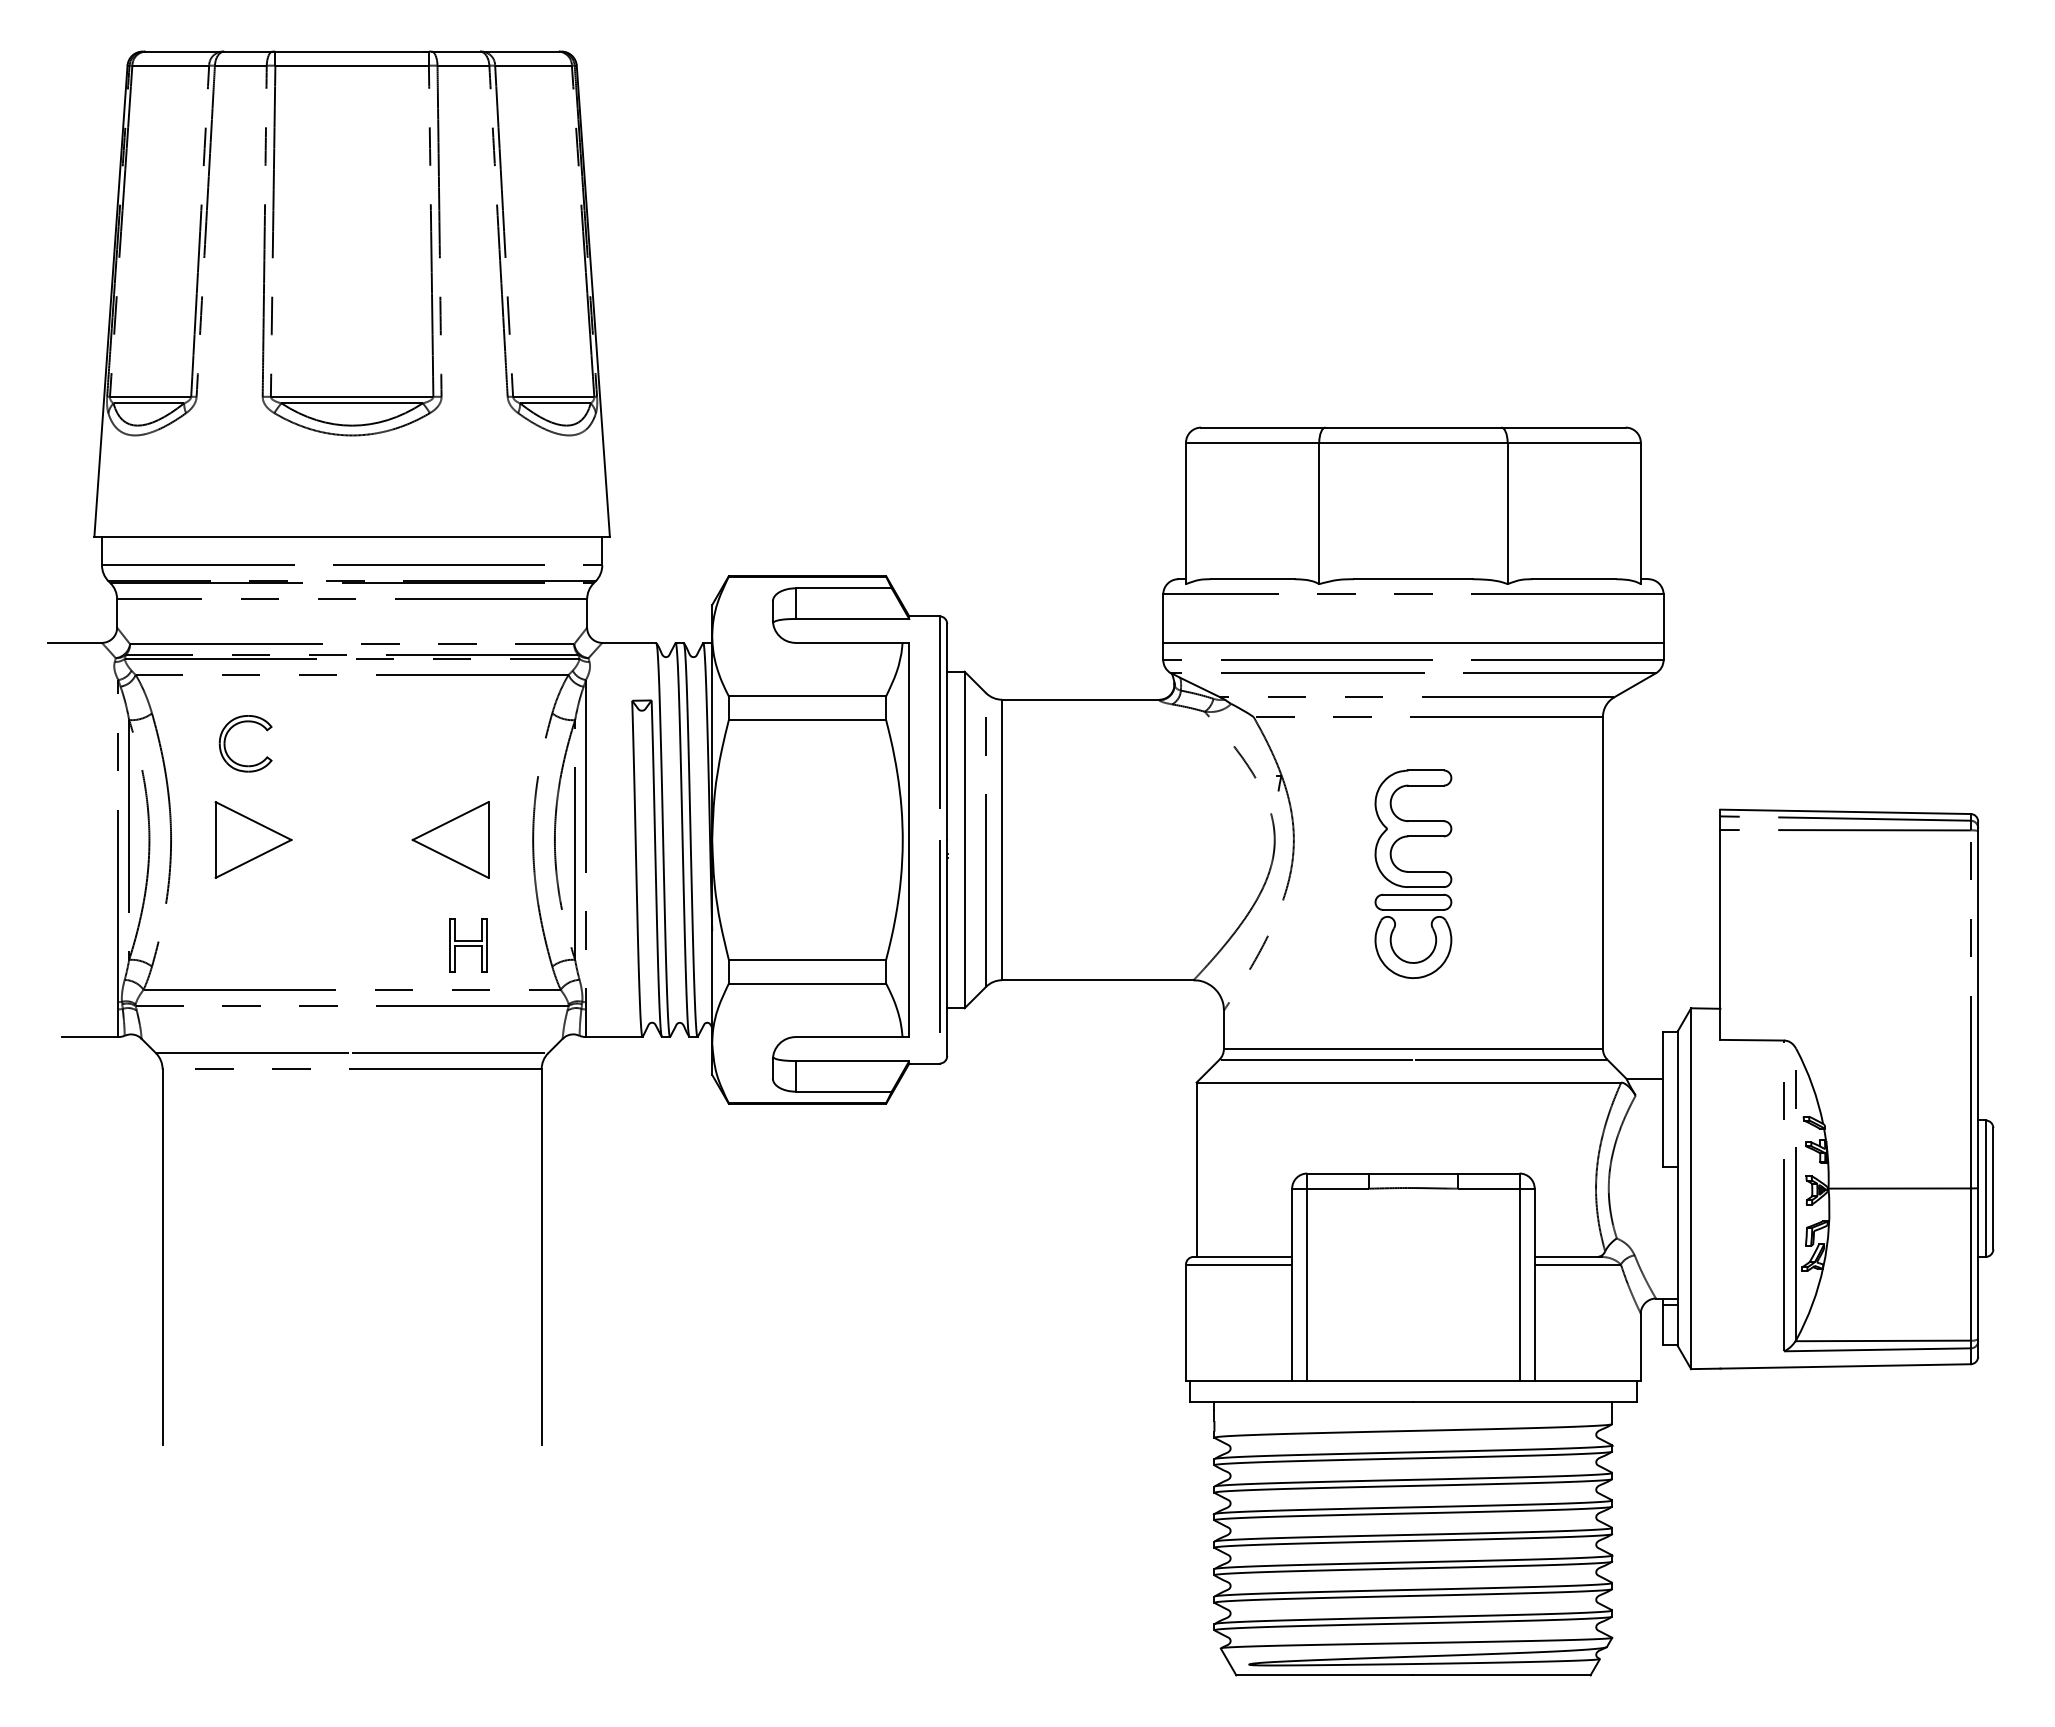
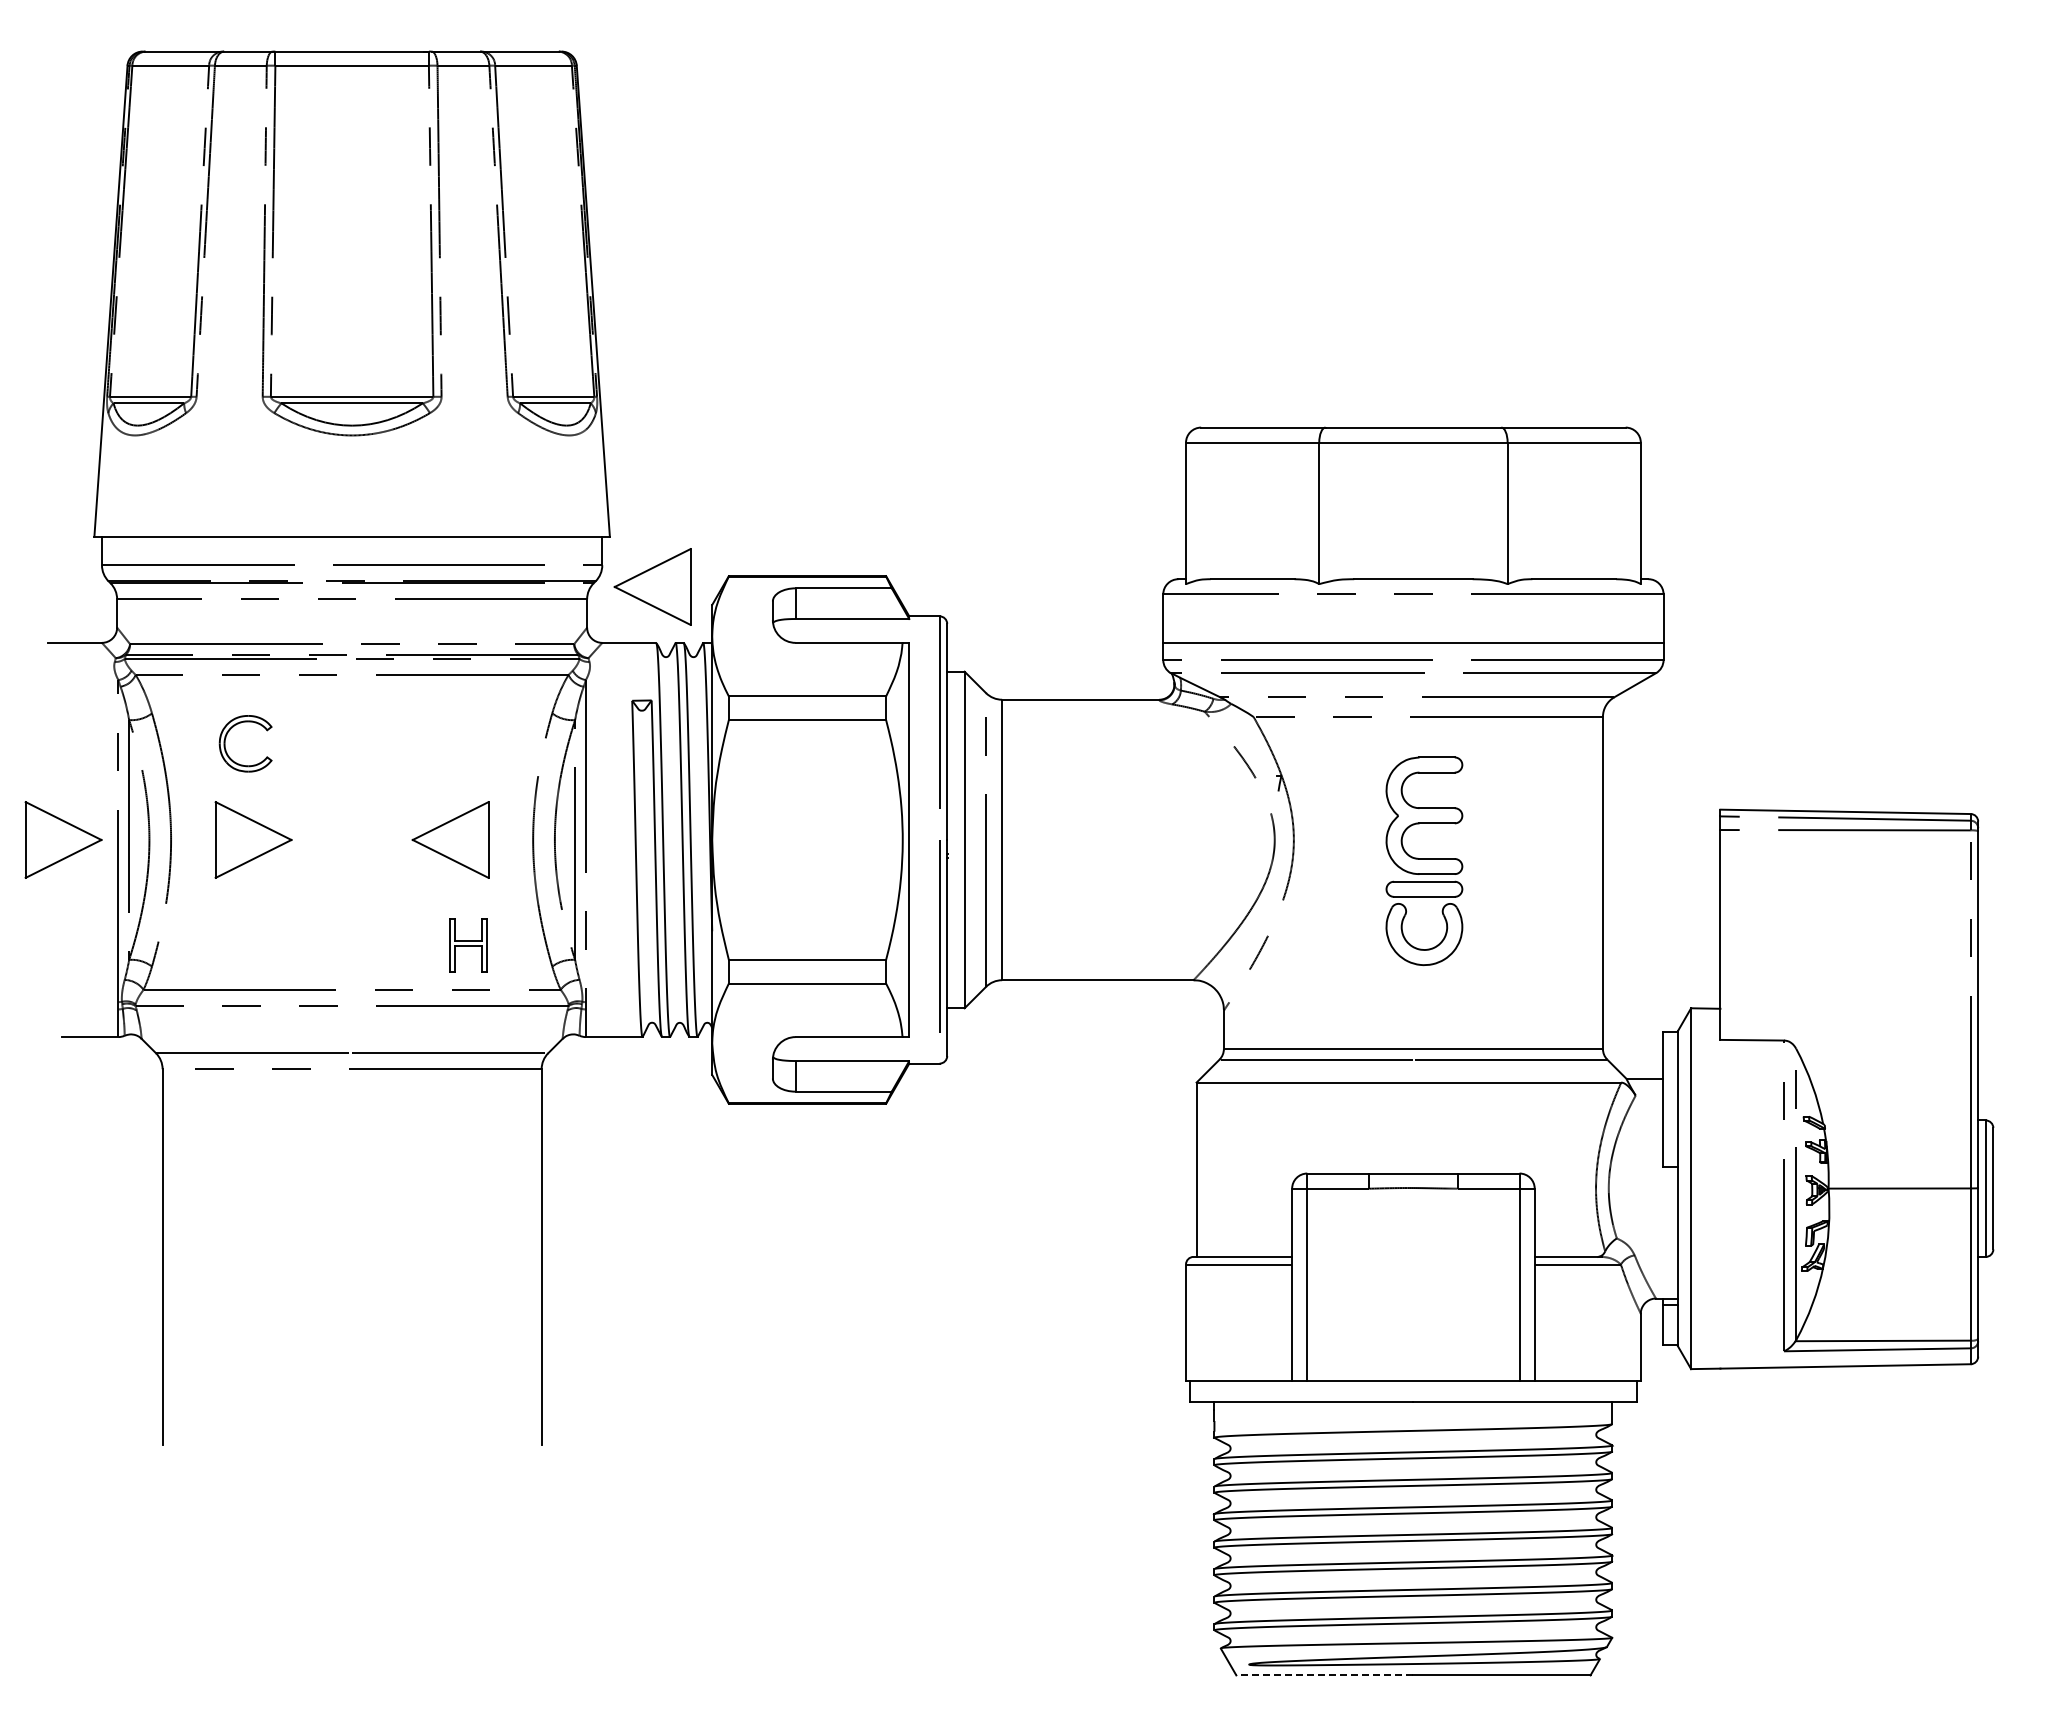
part at (652, 586): none -> present
part at (63, 839): none -> present
part at (1413, 874) position: (1413, 874) -> (1424, 861)
line at (1324, 1675): solid -> dashed
